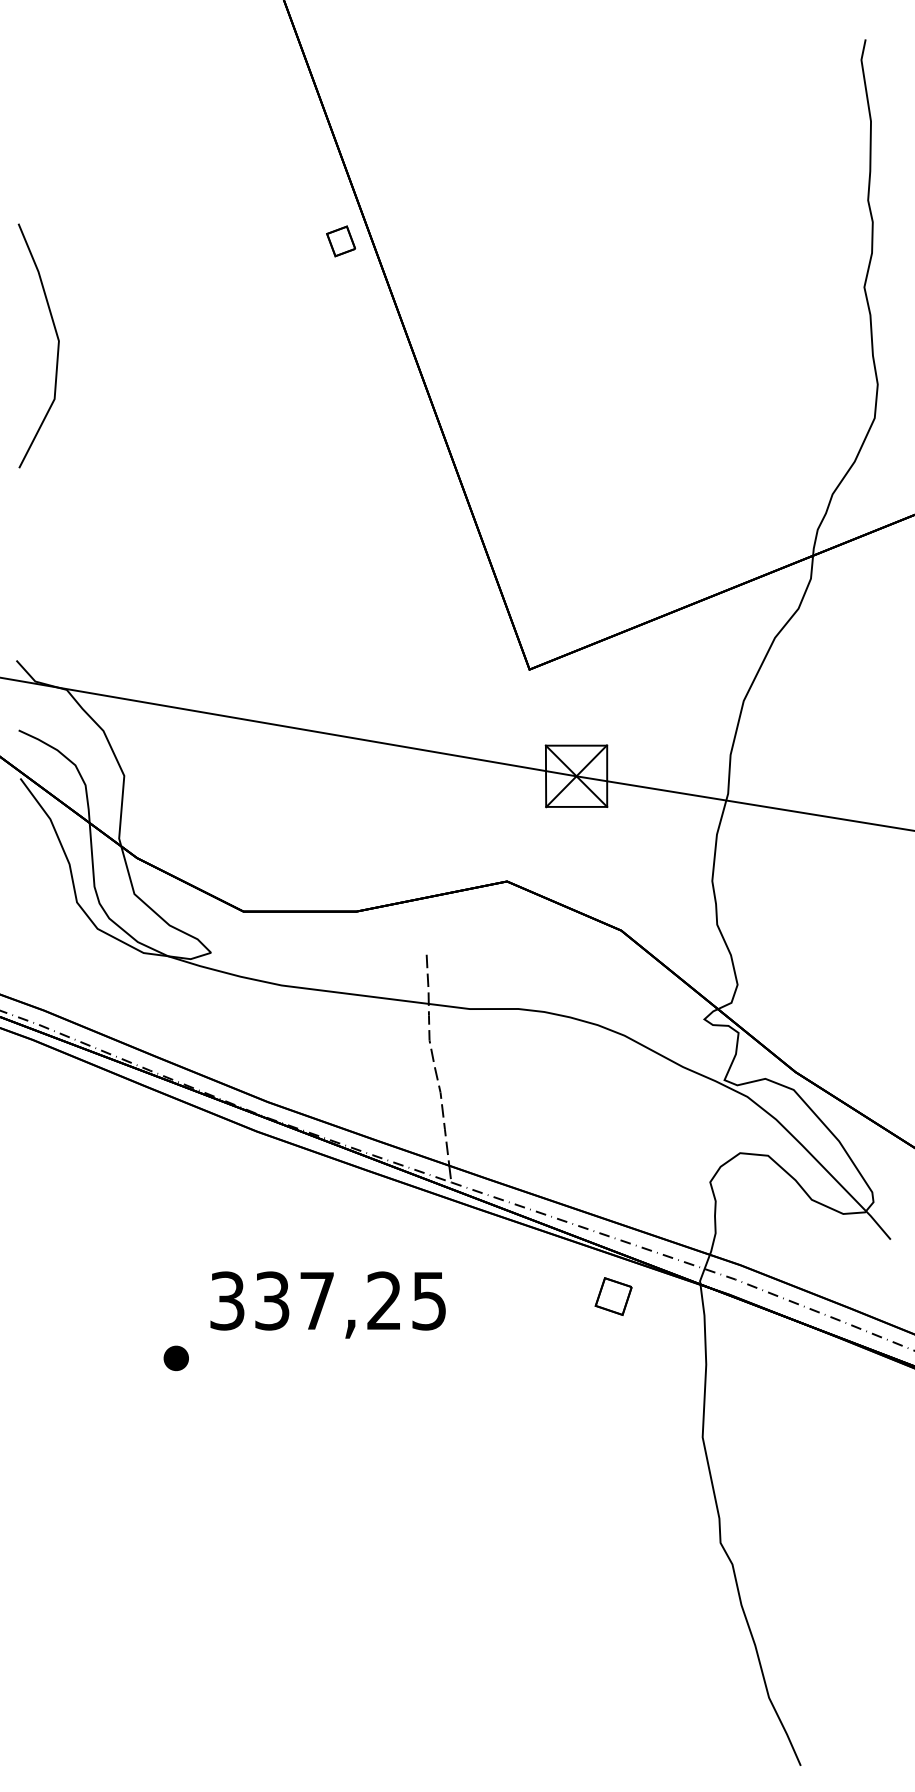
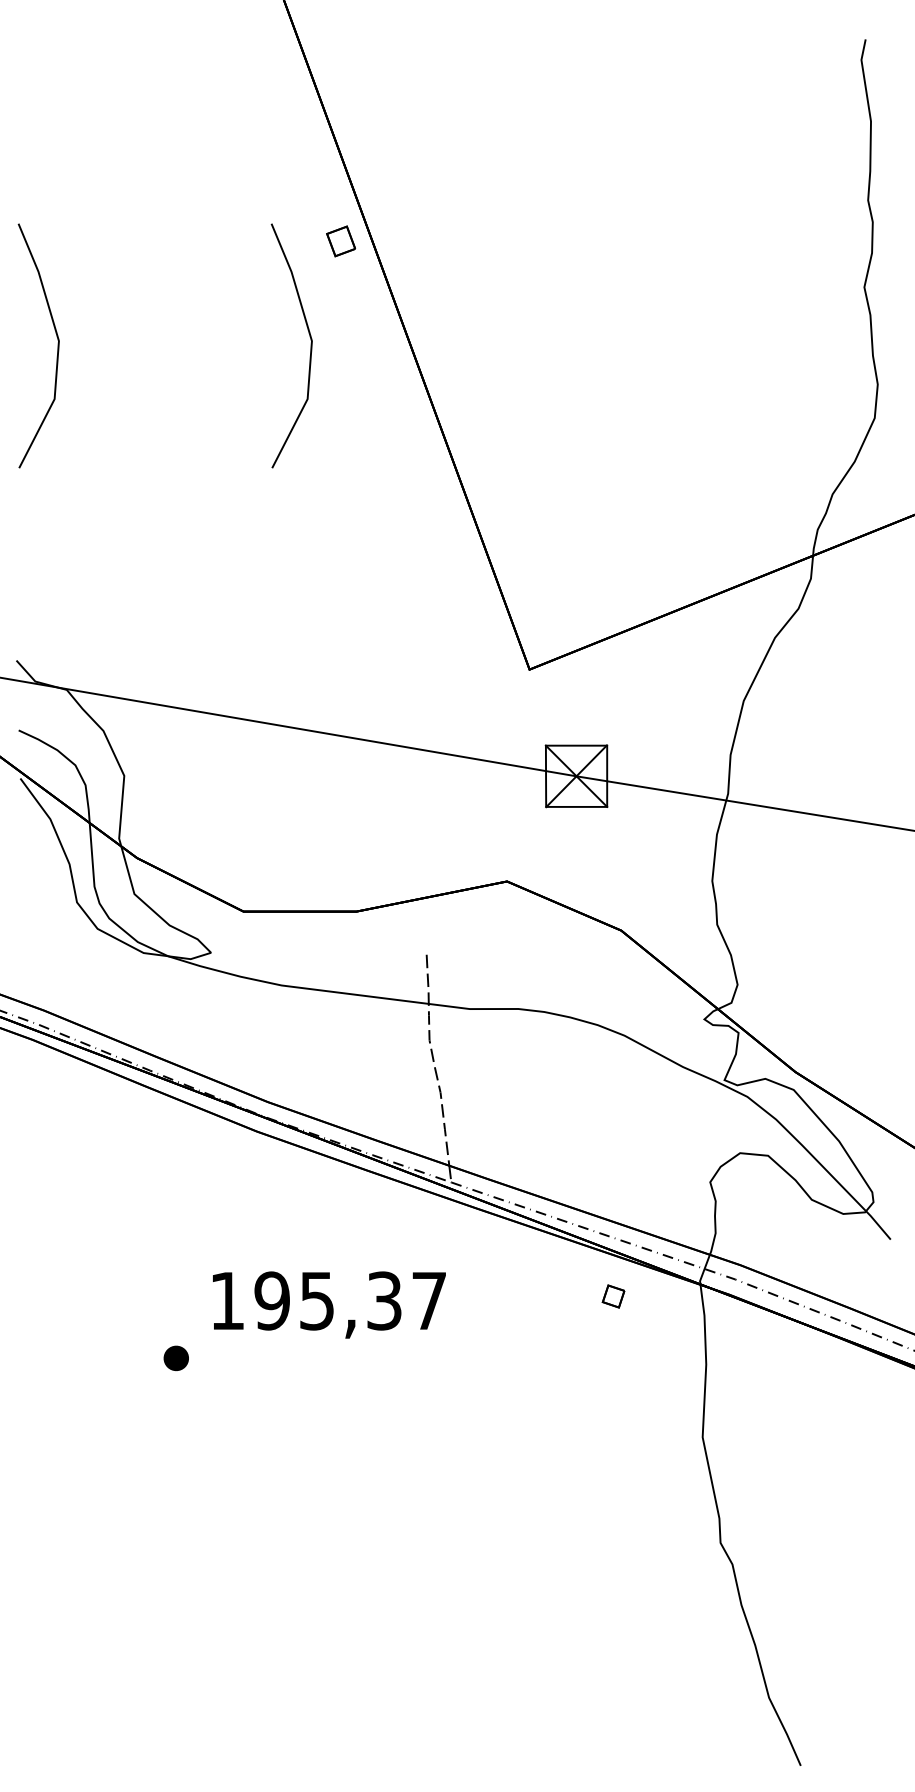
line at (310, 345): none -> present
part at (613, 1296) size: 39x39 px -> 25x25 px
text at (327, 1300): 337,25 -> 195,37
